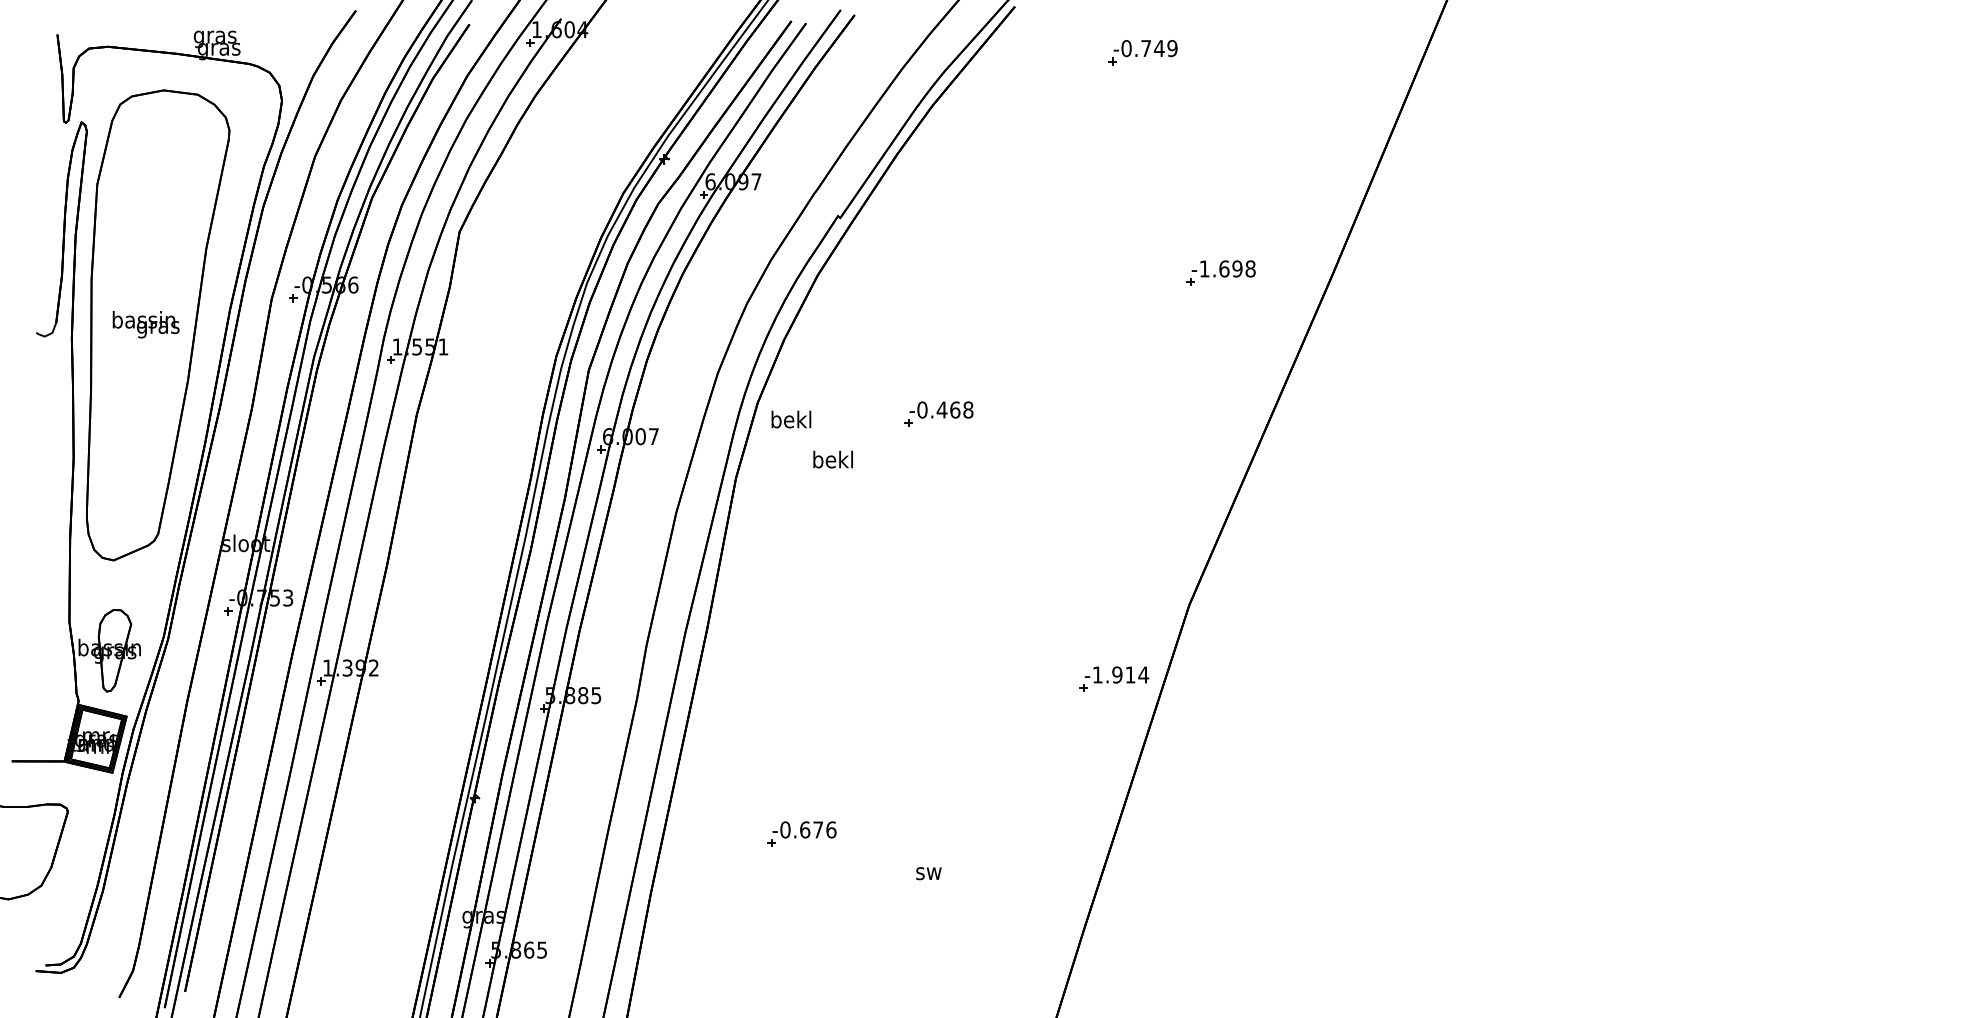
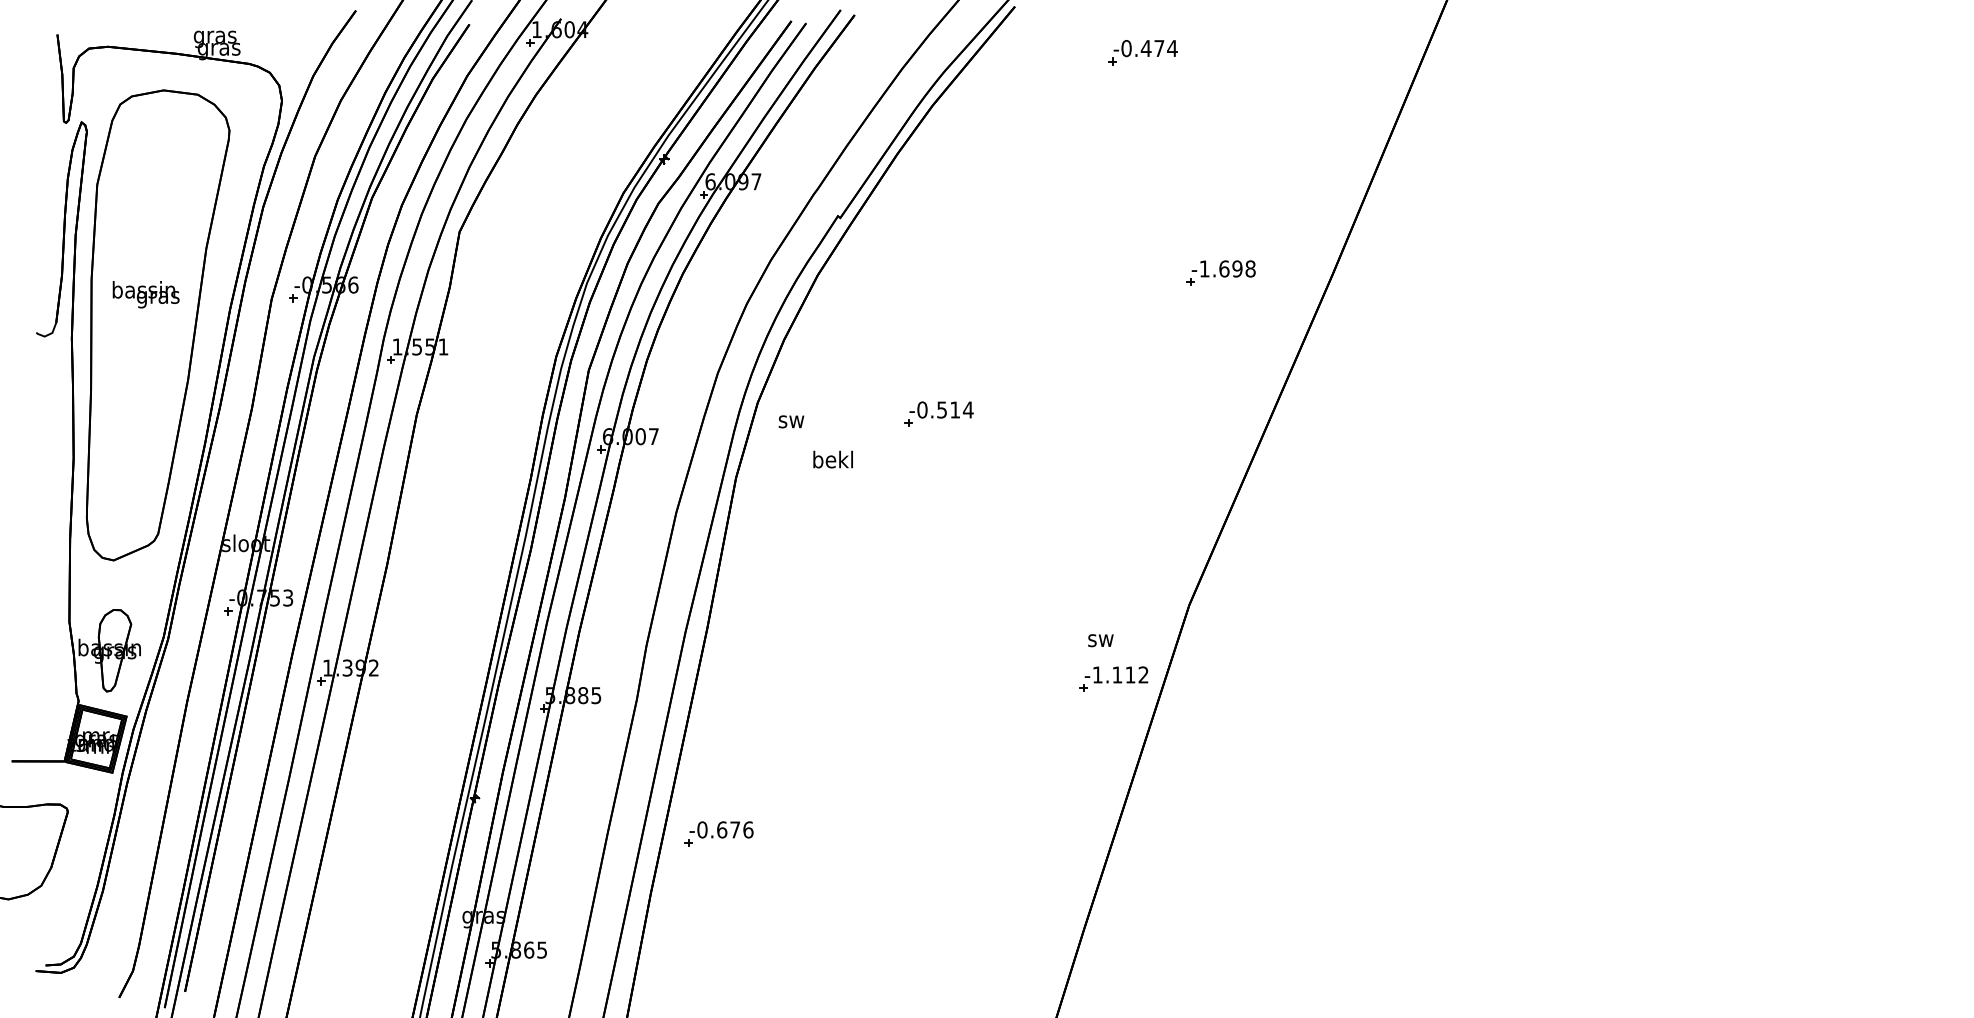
text at (1158, 48): -0.749 -> -0.474
text at (145, 324) position: (145, 324) -> (145, 294)
text at (954, 409): -0.468 -> -0.514
text at (791, 419): bekl -> sw
text at (1130, 674): -1.914 -> -1.112
part at (801, 833) position: (801, 833) -> (718, 833)
text at (928, 873) position: (928, 873) -> (1100, 640)
